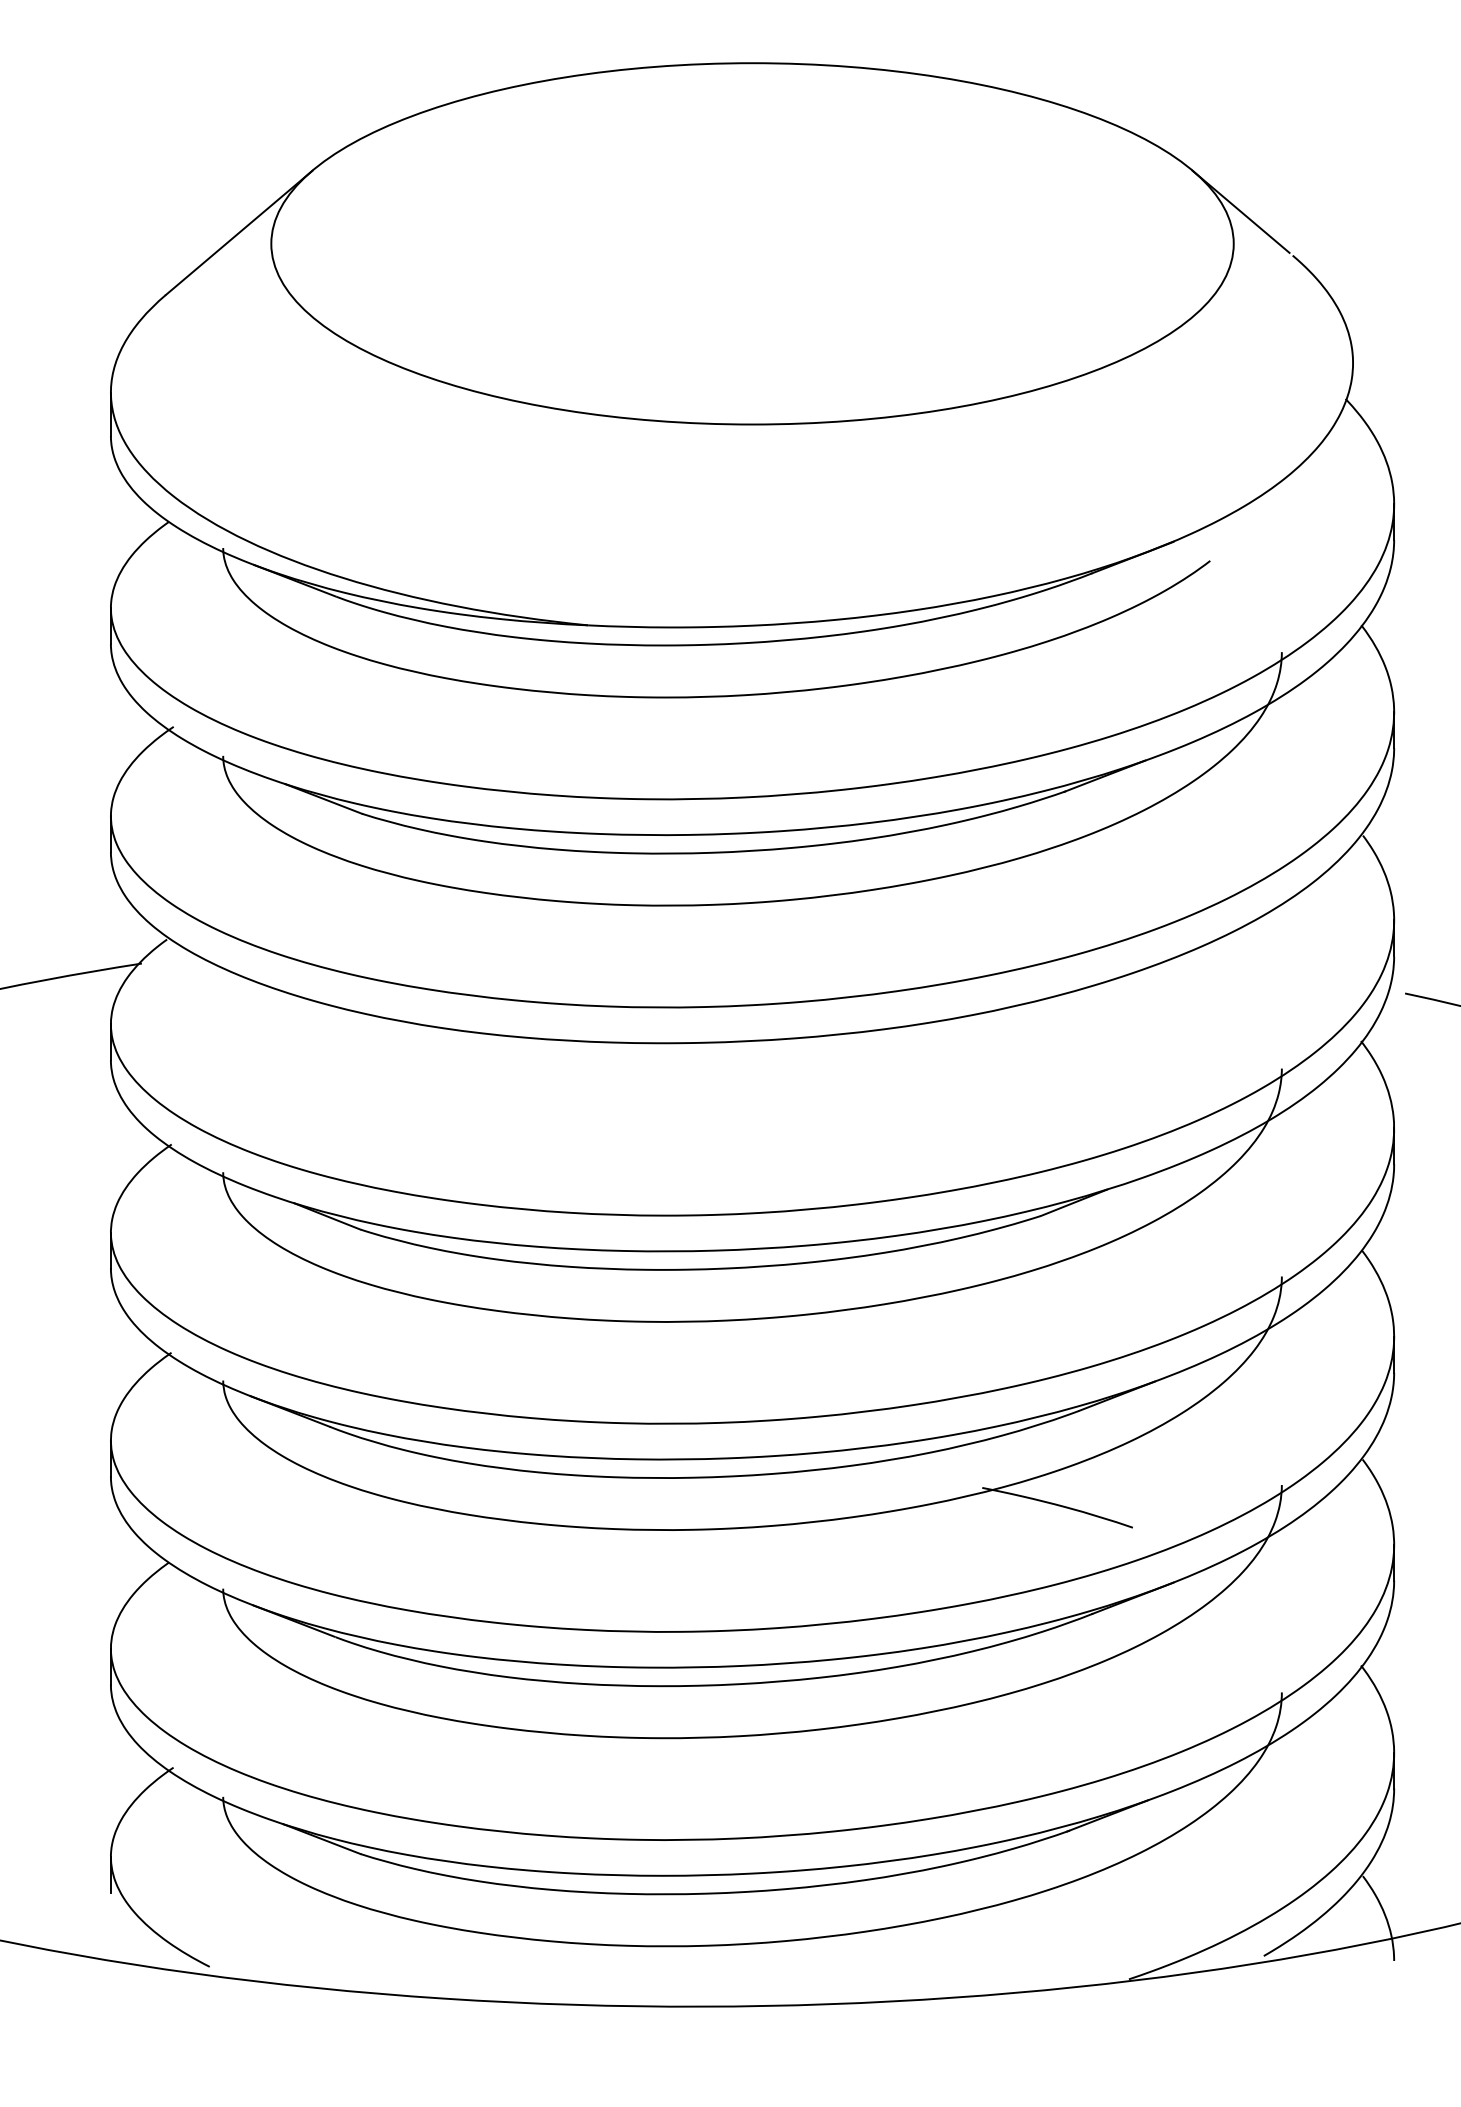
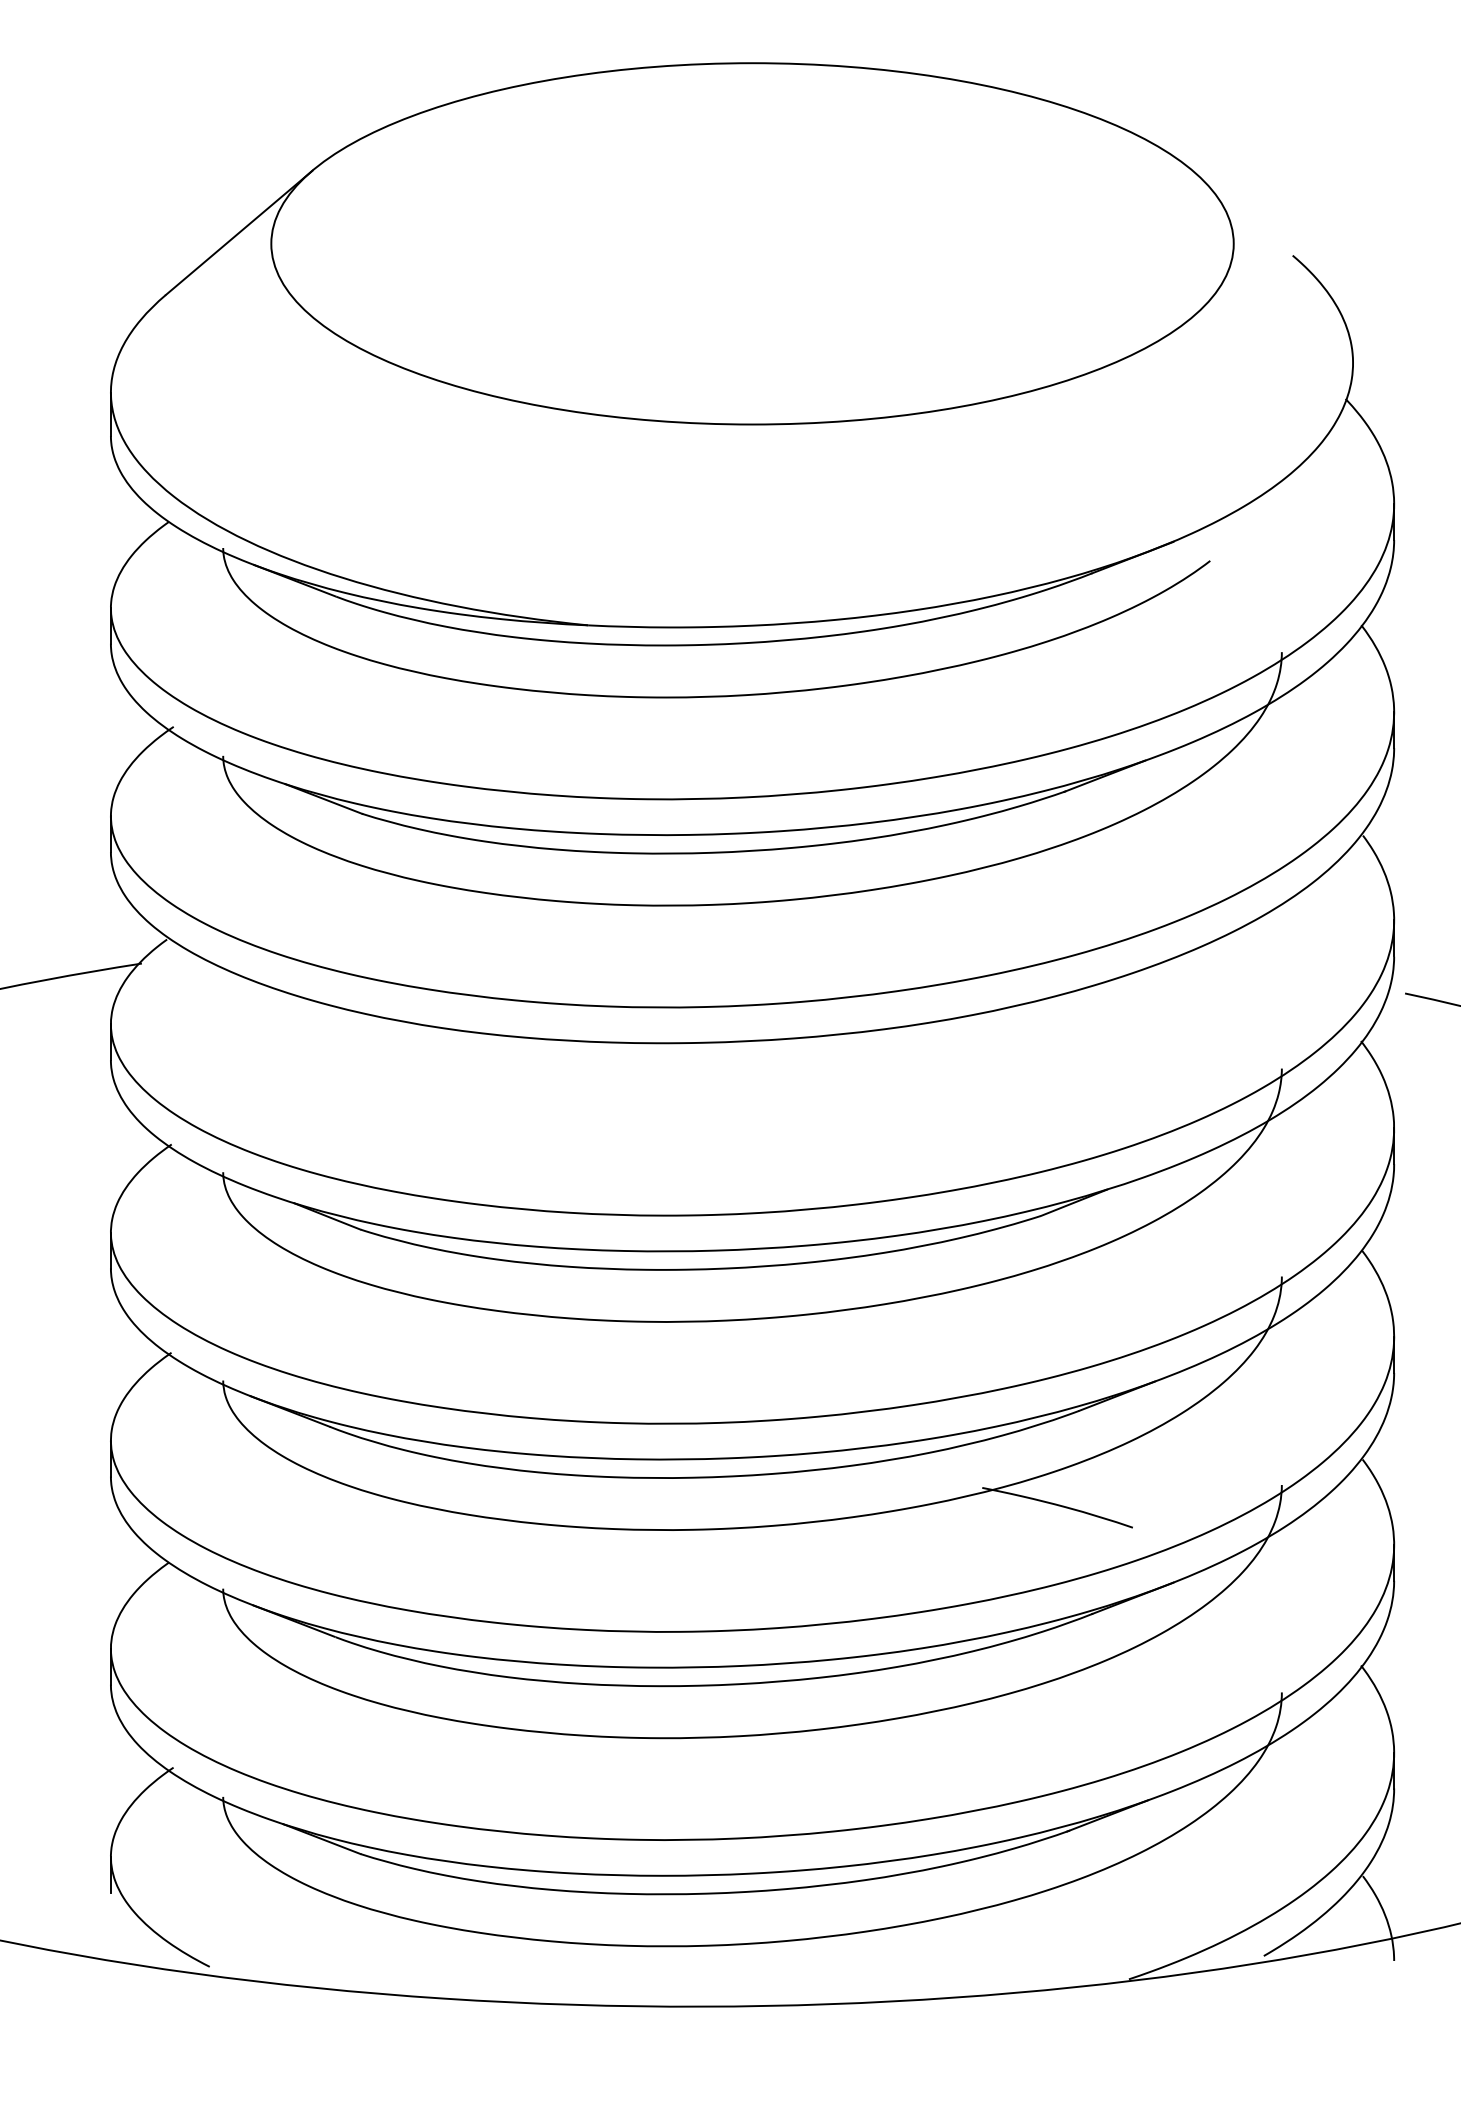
line at (1240, 211): present -> none
